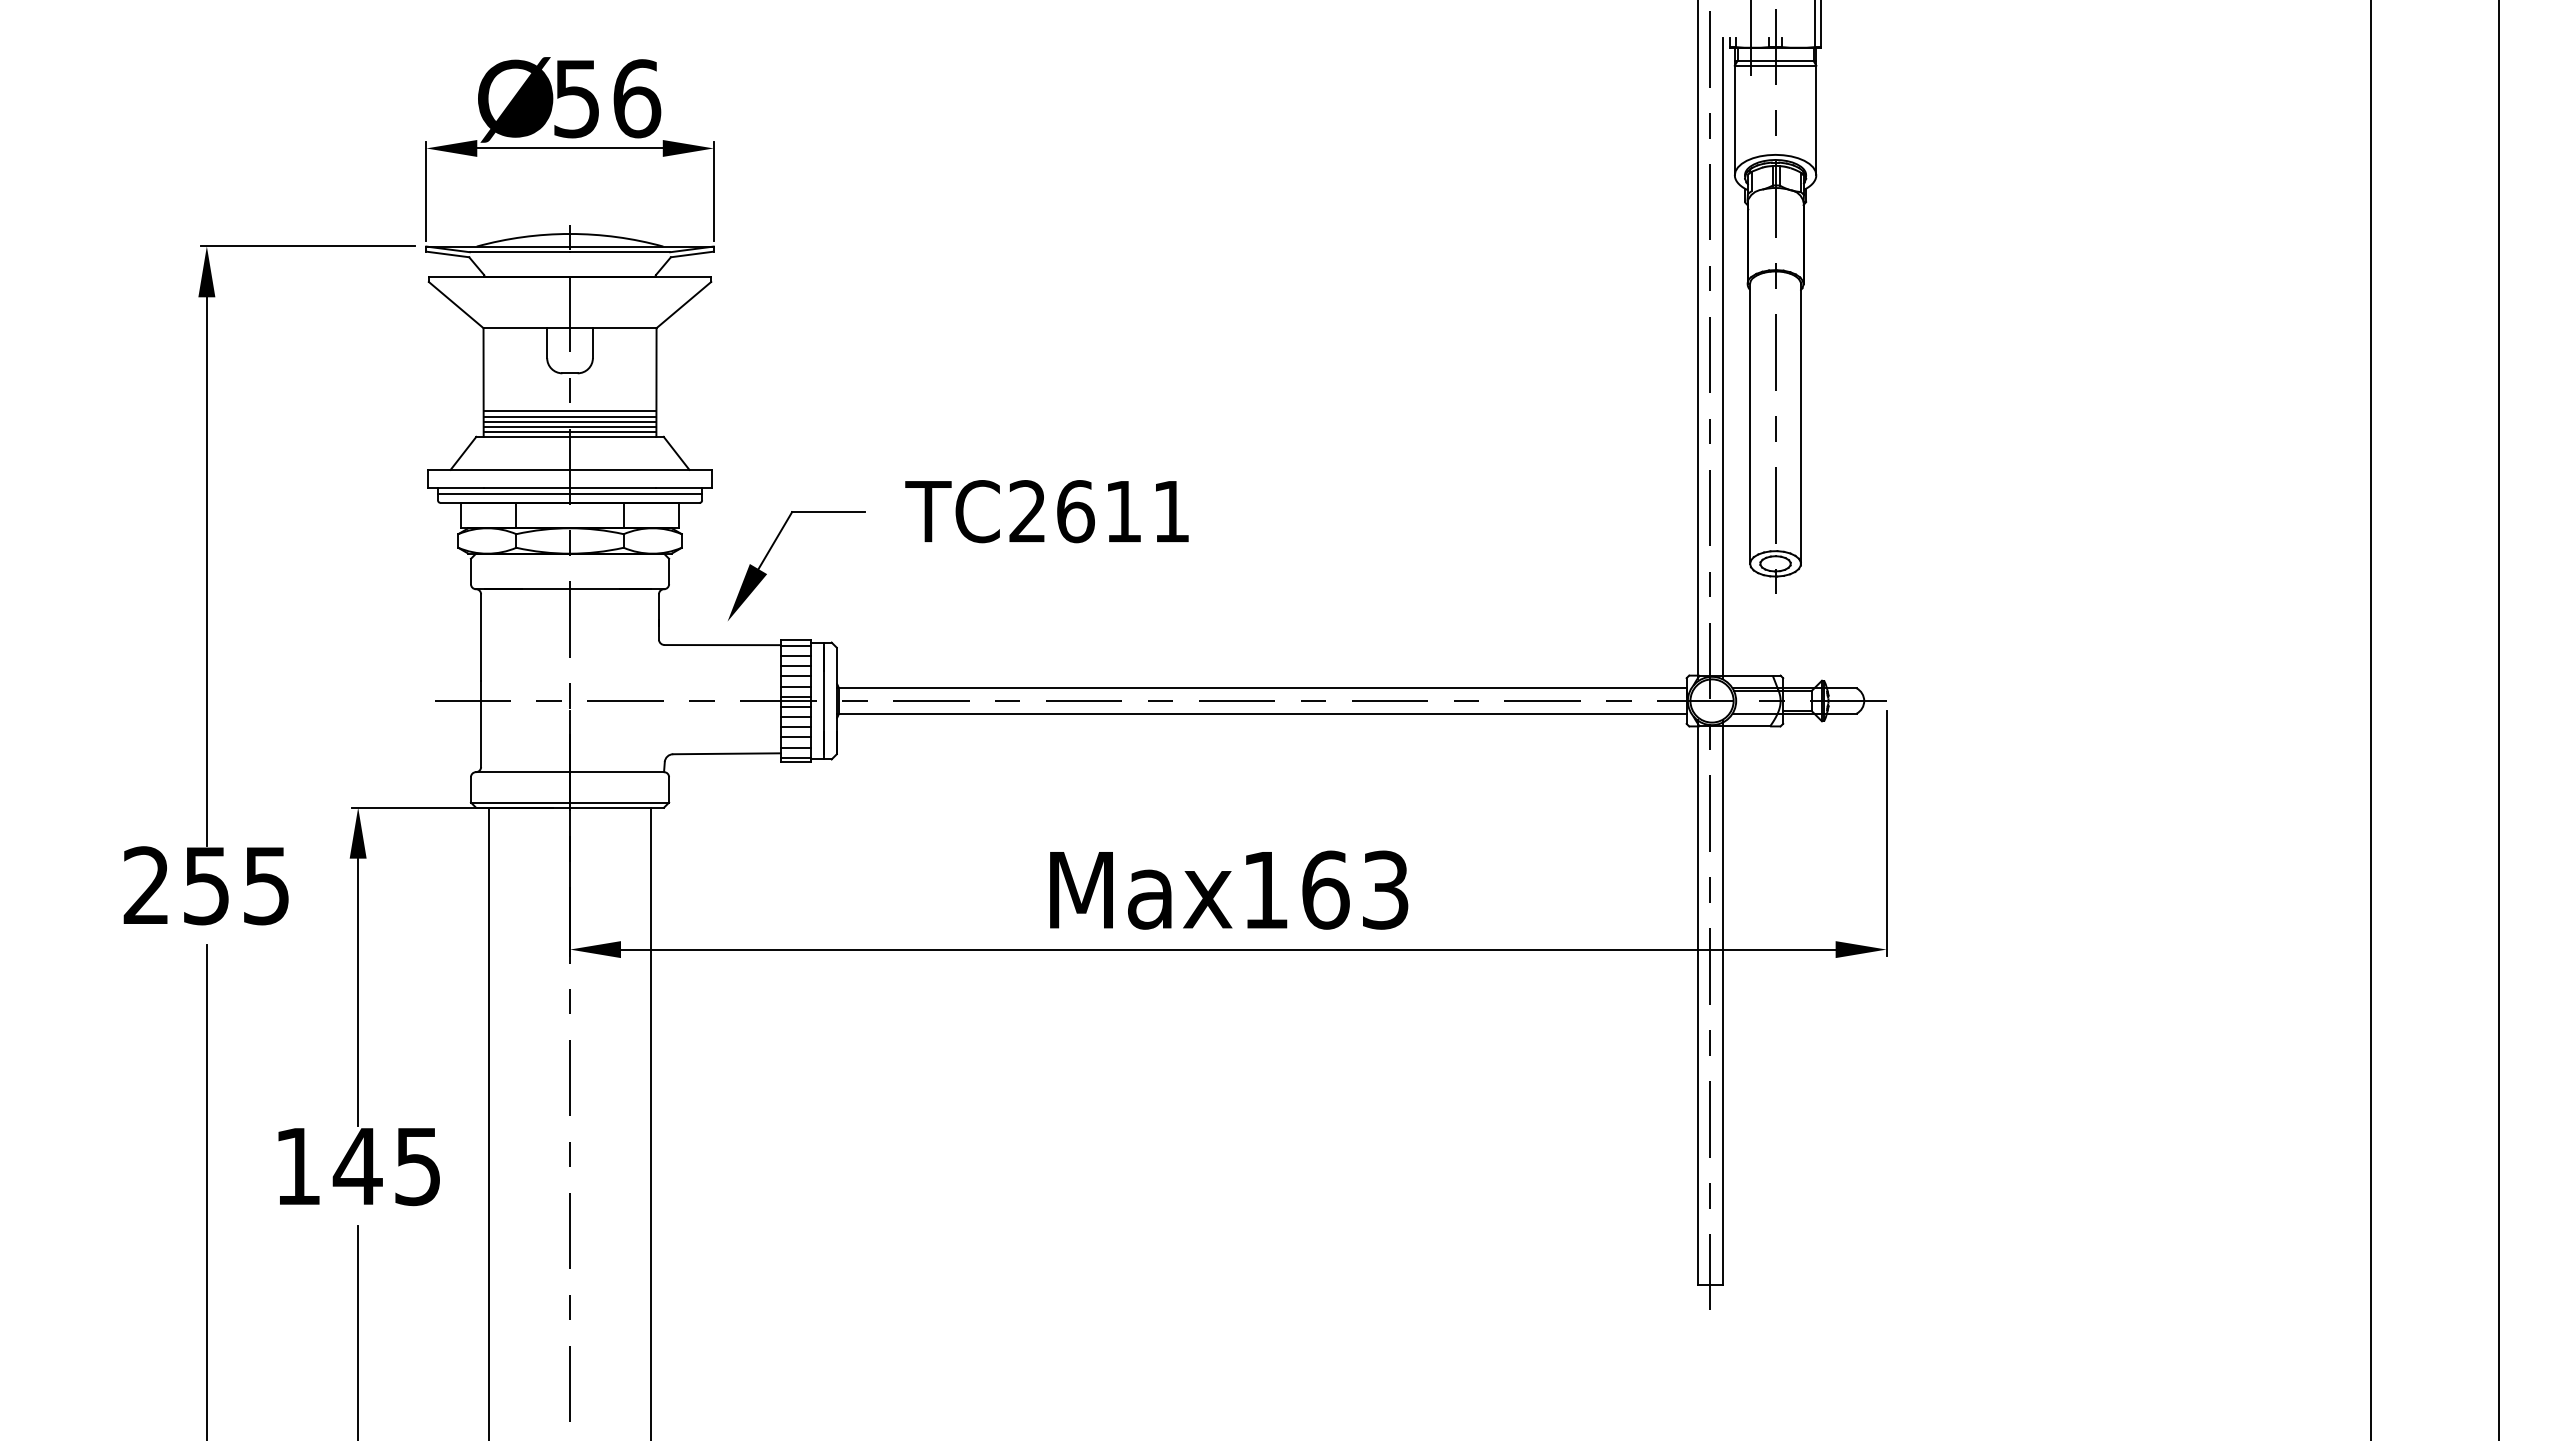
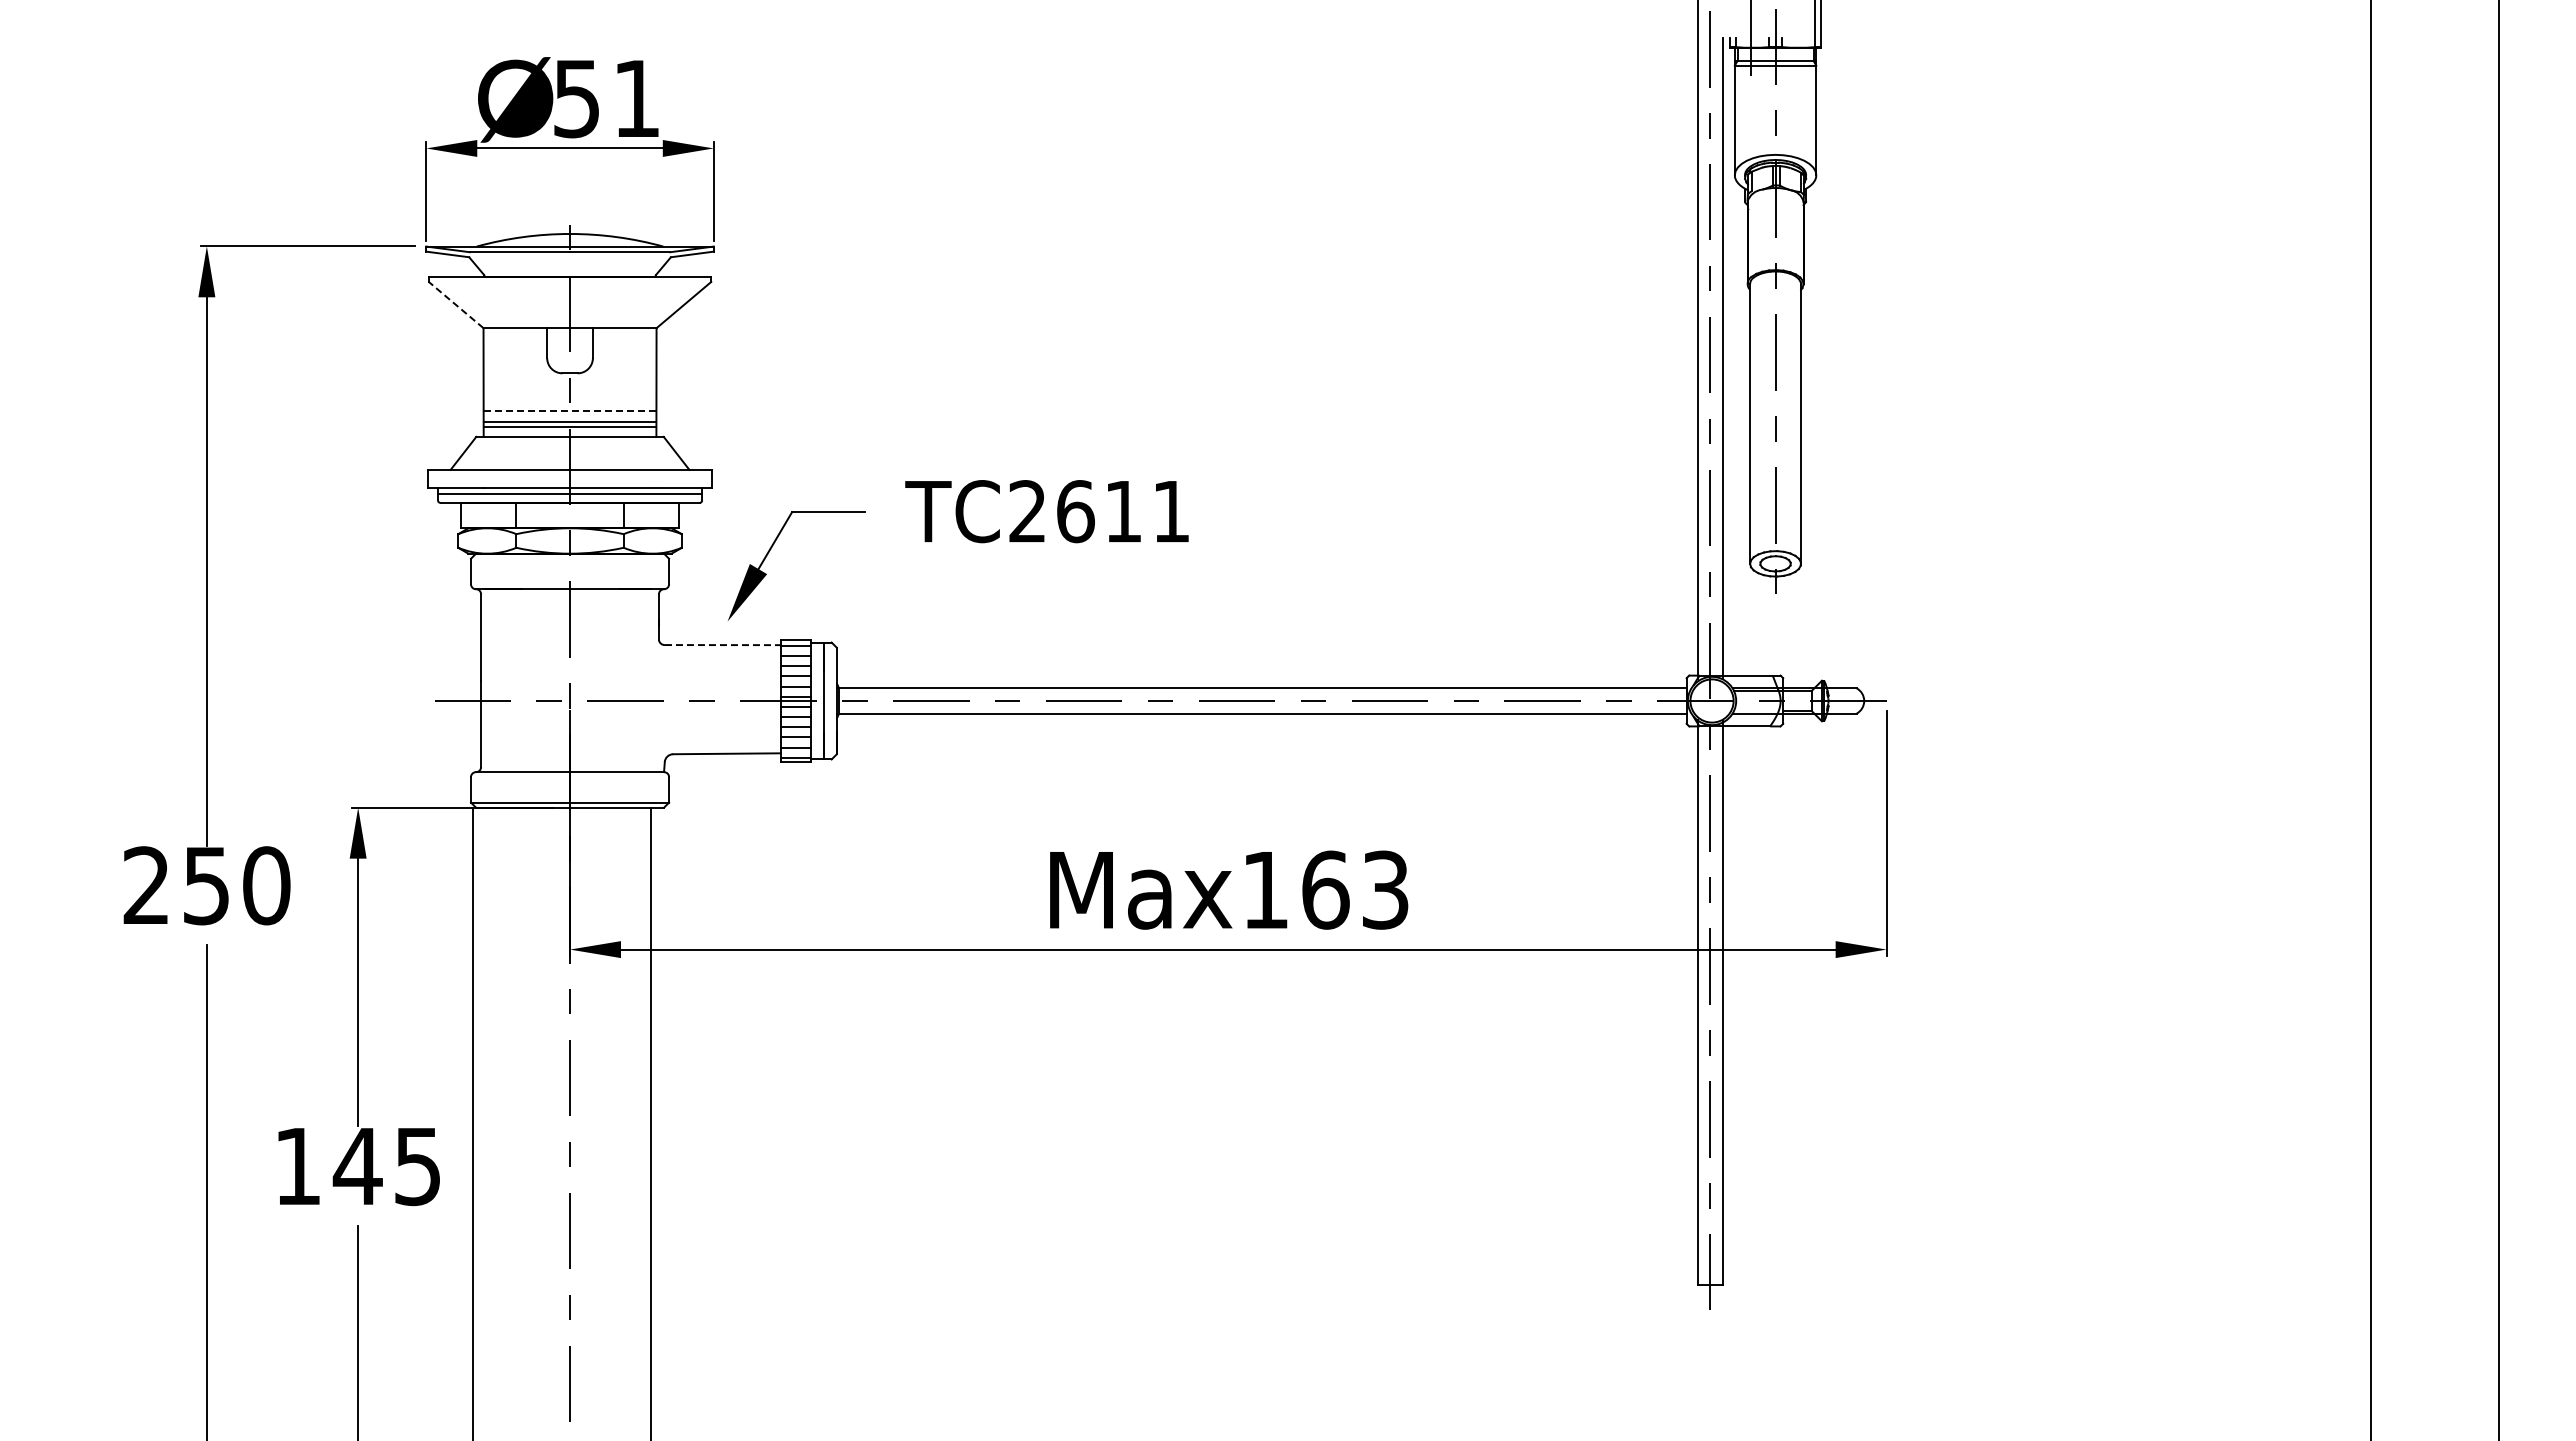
text at (637, 98): 56 -> 51
line at (456, 305): solid -> dashed
line at (570, 411): solid -> dashed
line at (569, 416): present -> none
line at (569, 431): present -> none
line at (722, 645): solid -> dashed
text at (266, 885): 255 -> 250
line at (488, 1122) position: (488, 1122) -> (472, 1122)
